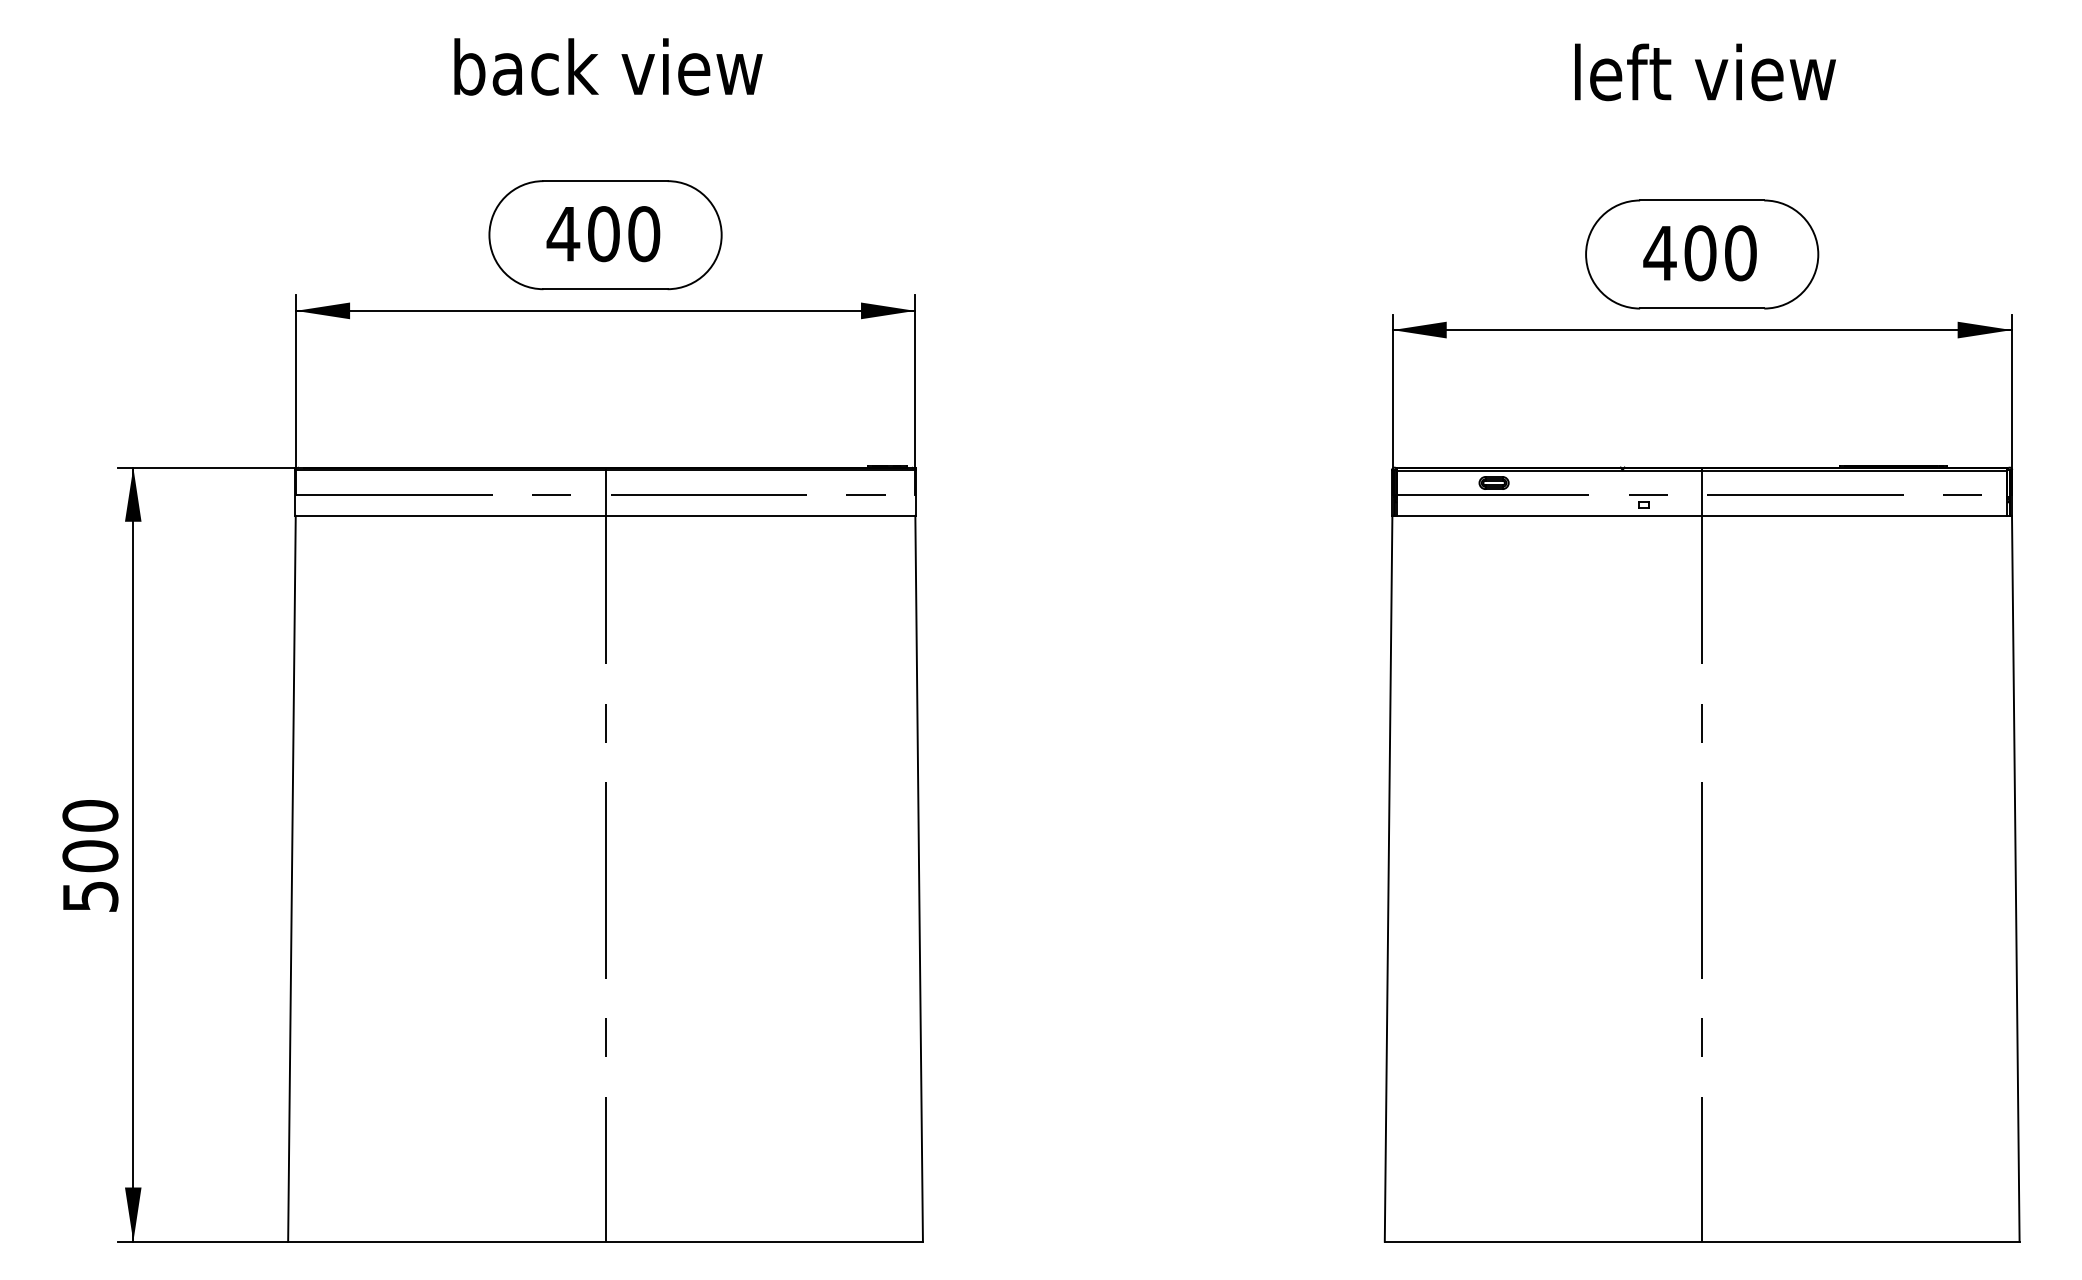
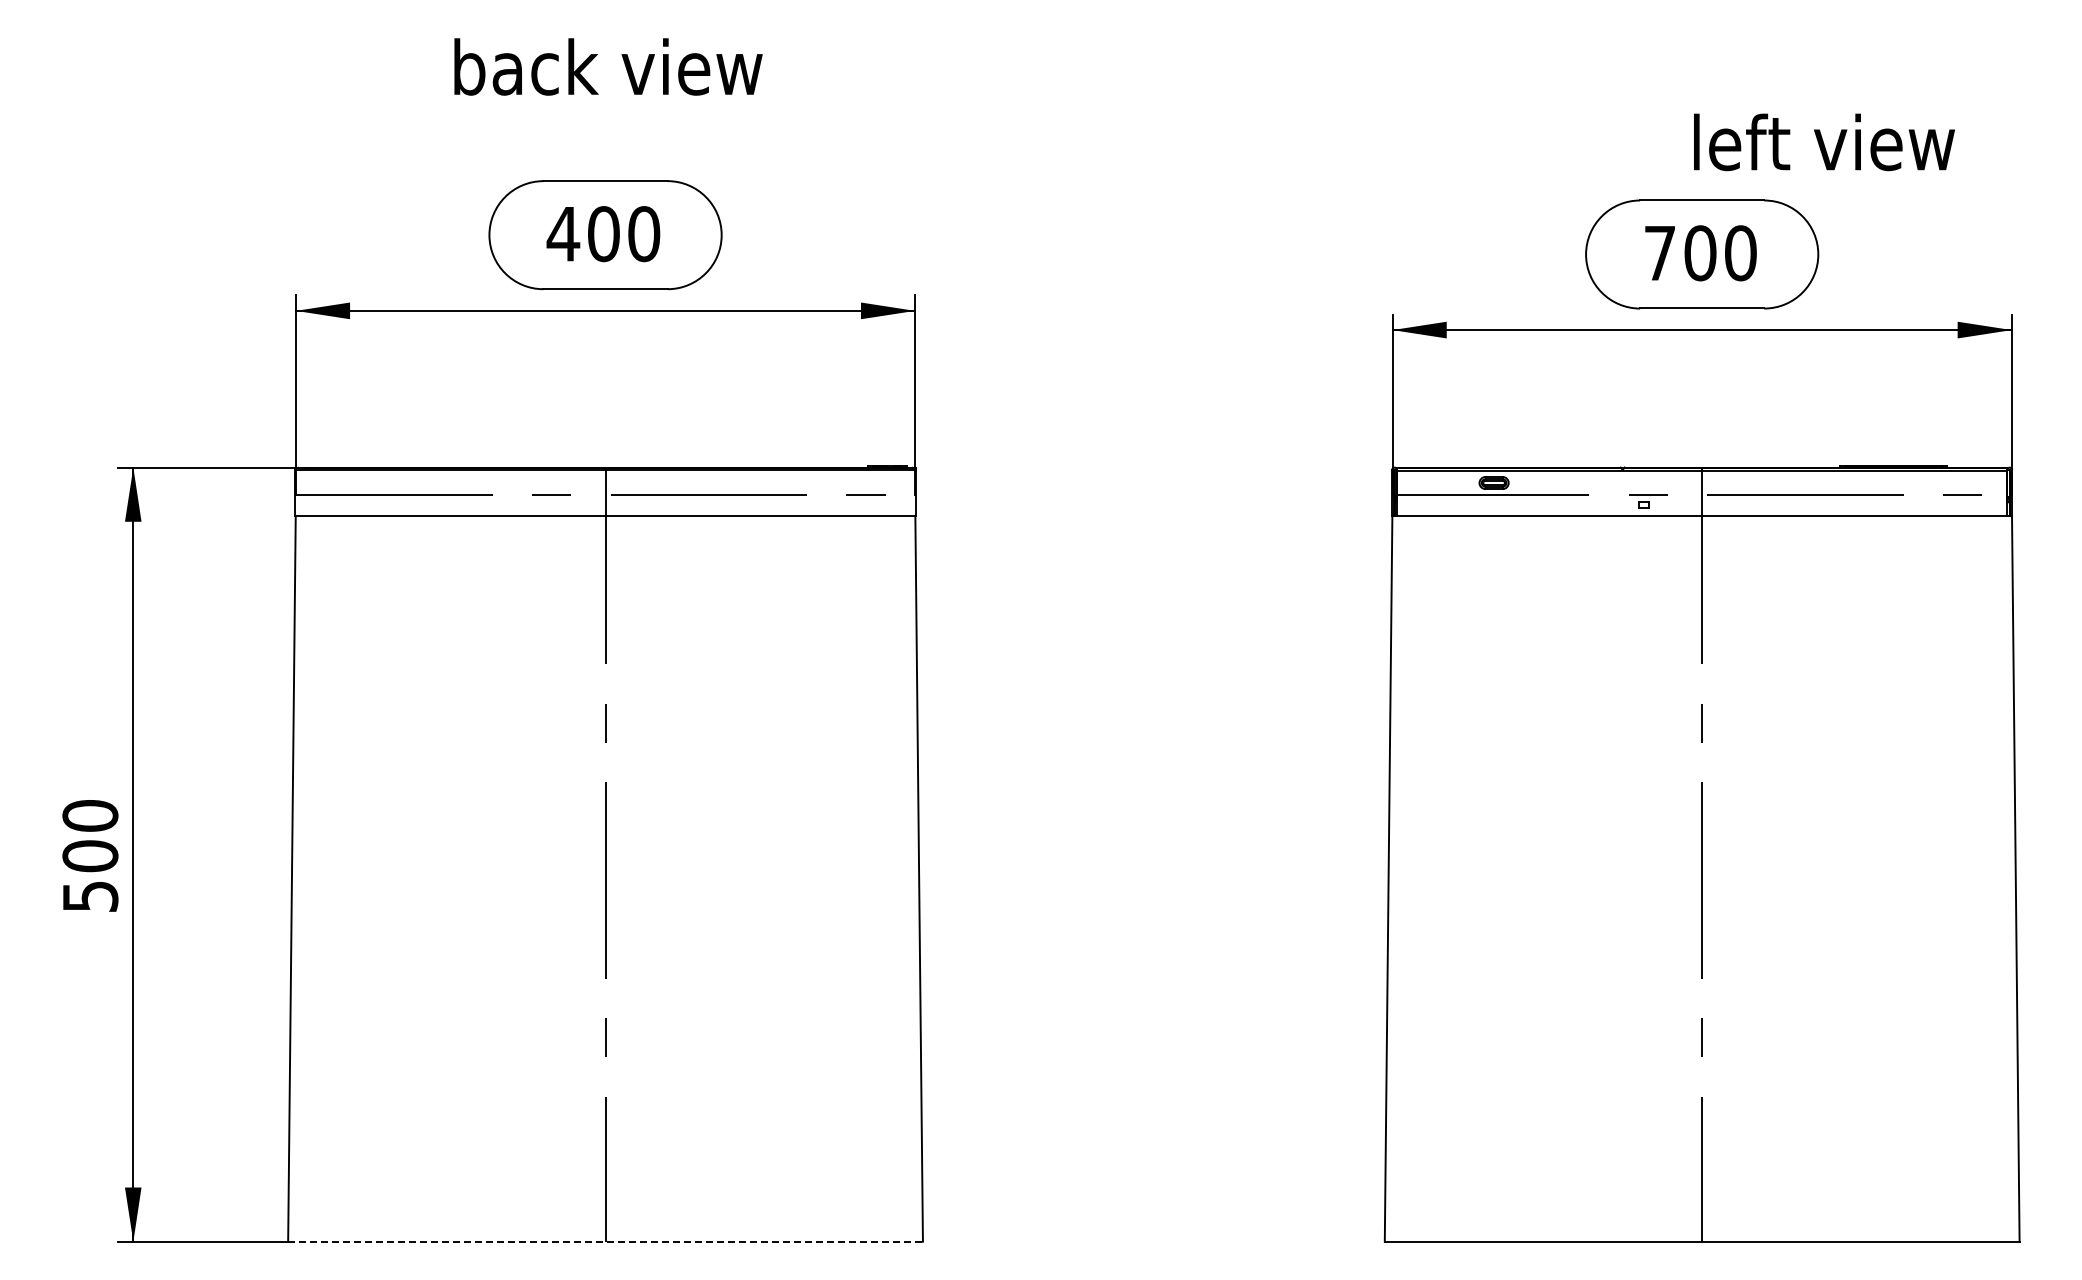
text at (1705, 72) position: (1705, 72) -> (1824, 142)
text at (1659, 253): 400 -> 700
line at (606, 1241): solid -> dashed
